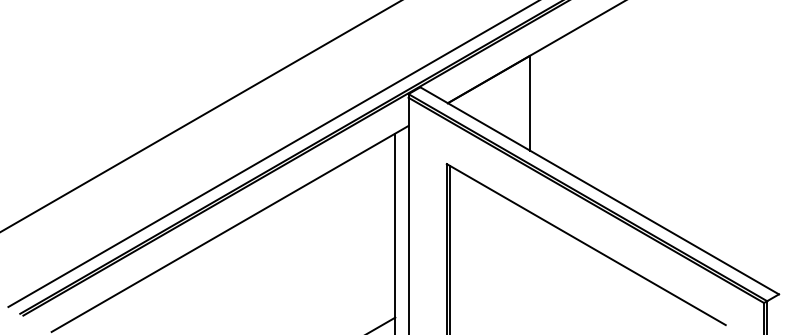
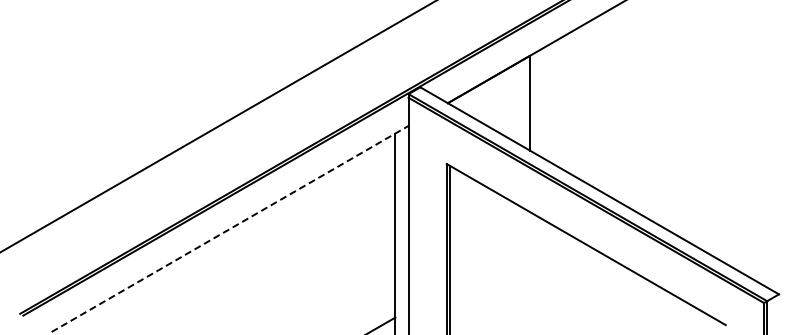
line at (200, 116) position: (200, 116) -> (218, 126)
line at (271, 154): present -> none
line at (230, 228): solid -> dashed
